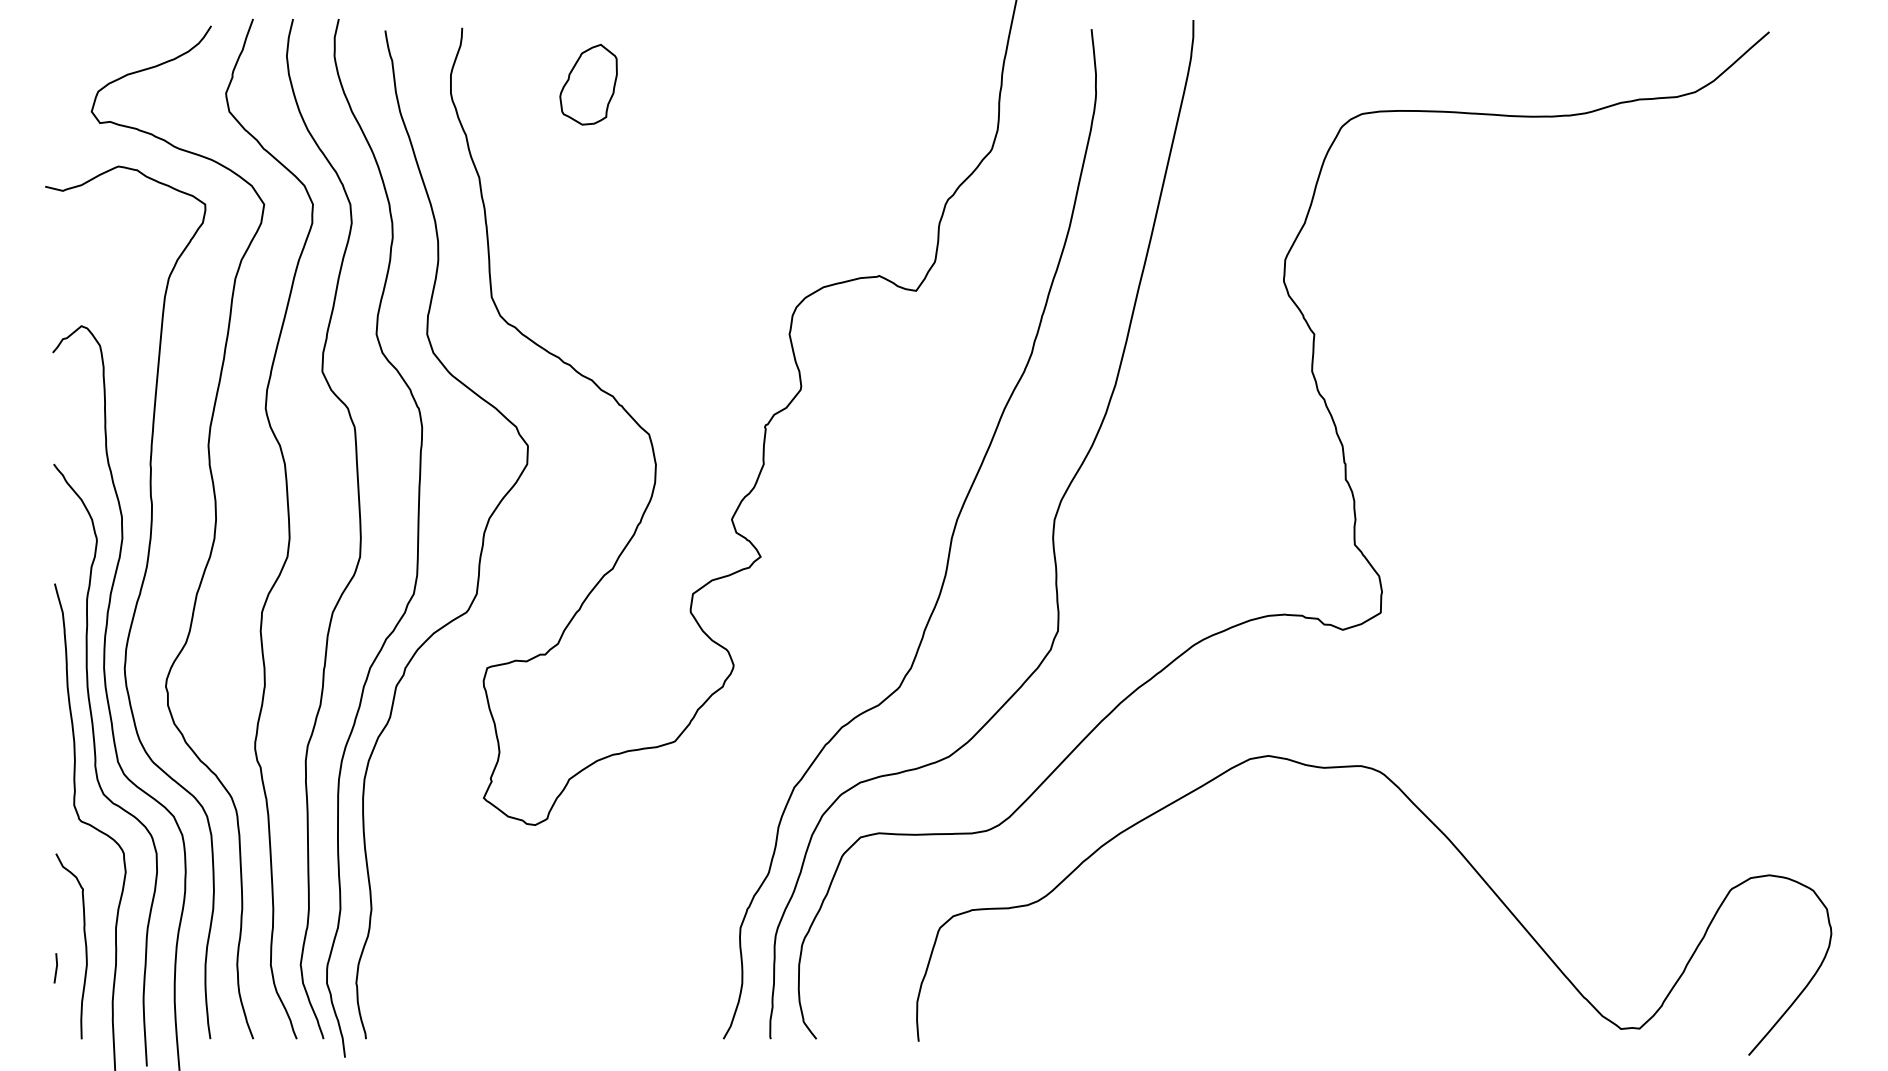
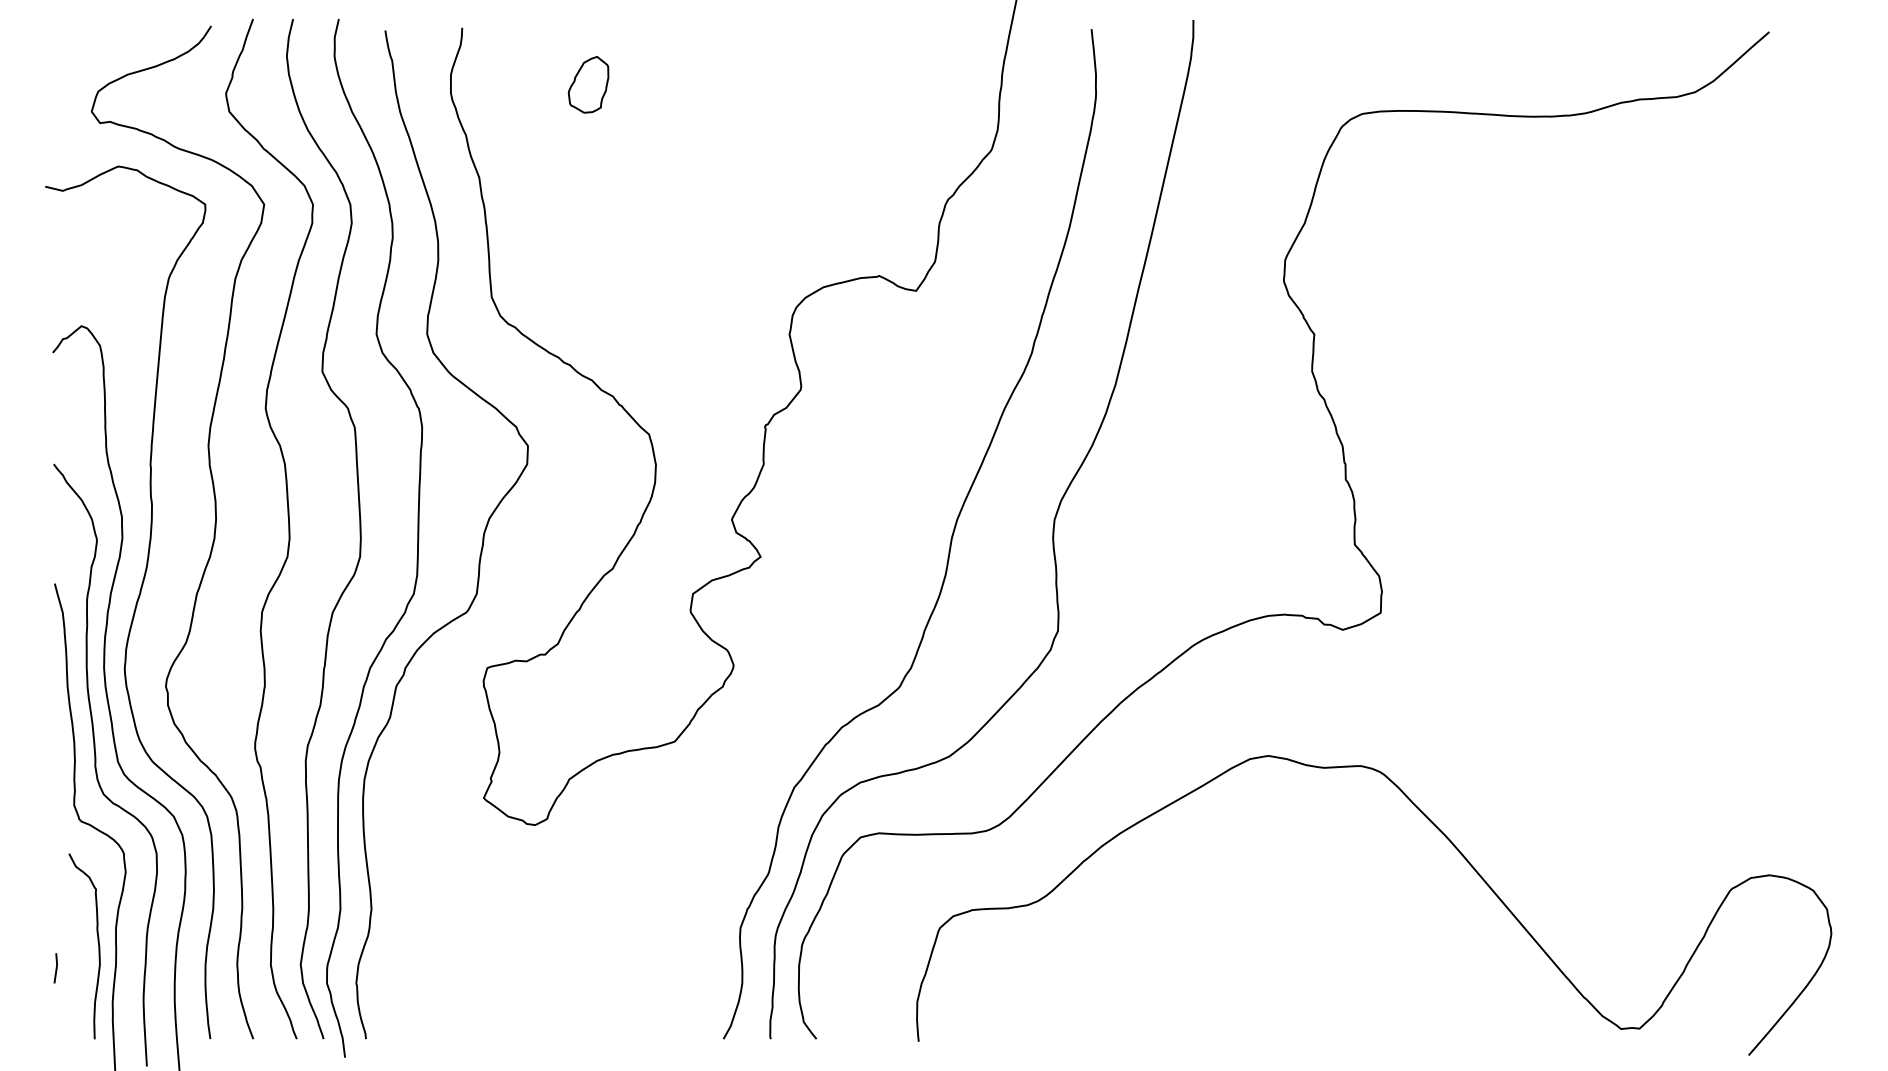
part at (588, 84) size: 59x82 px -> 43x58 px
curve at (84, 942) position: (84, 942) -> (97, 942)
